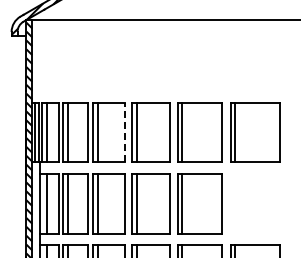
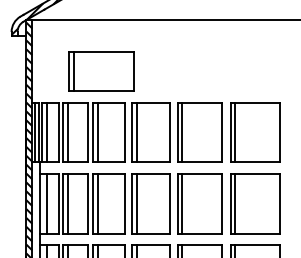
part at (101, 71): none -> present
line at (124, 132): dashed -> solid
part at (255, 203): none -> present
